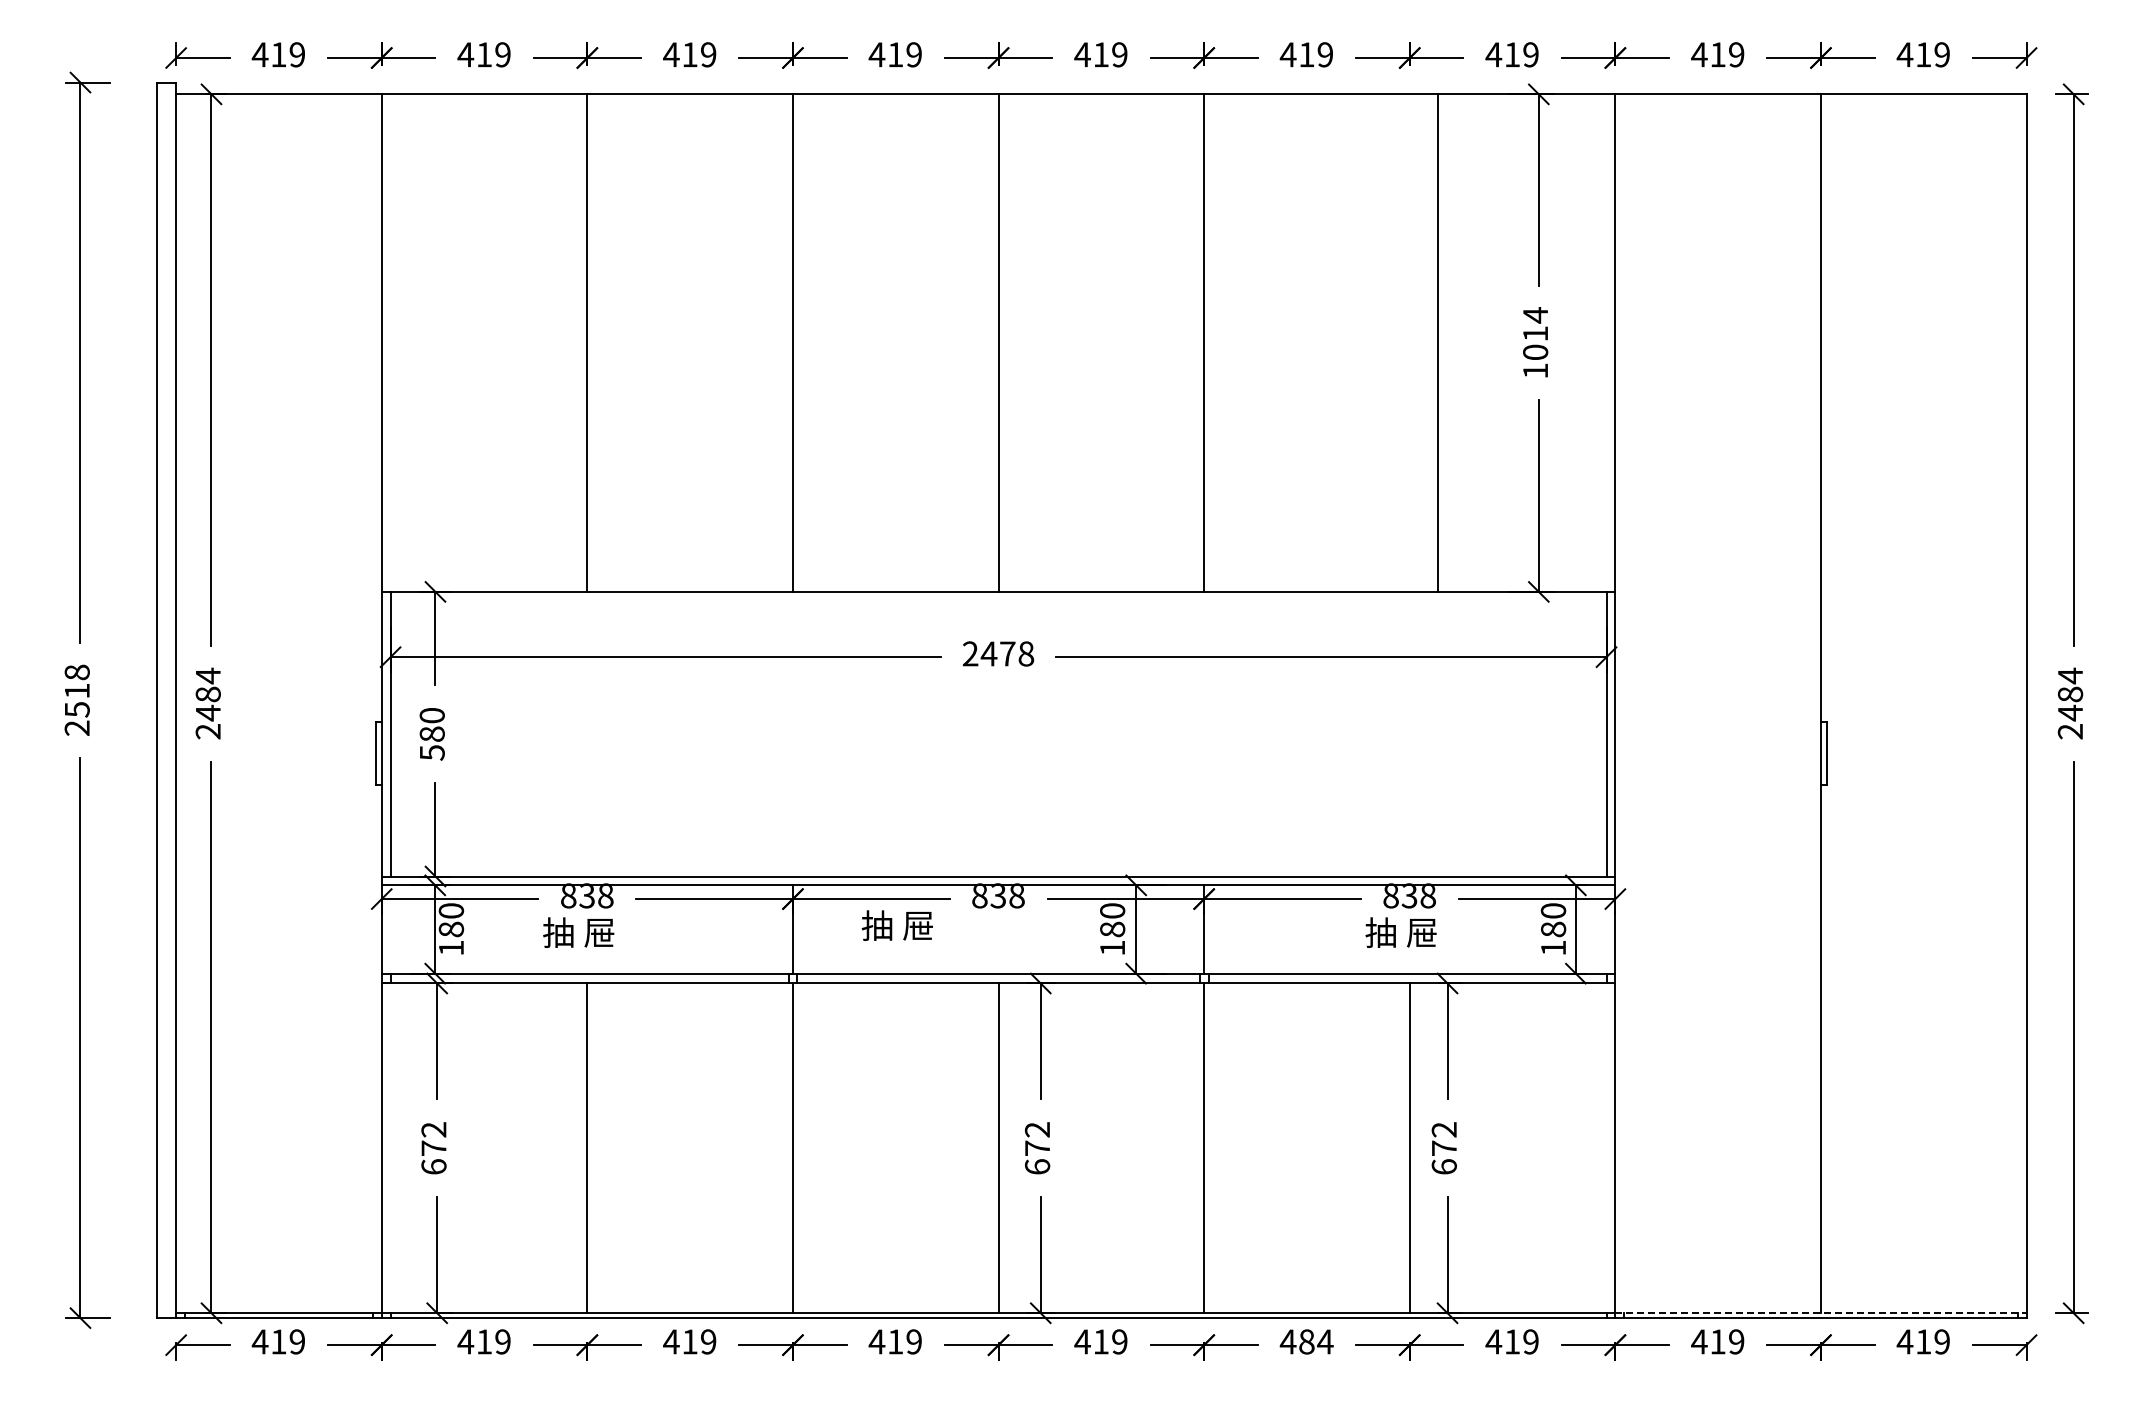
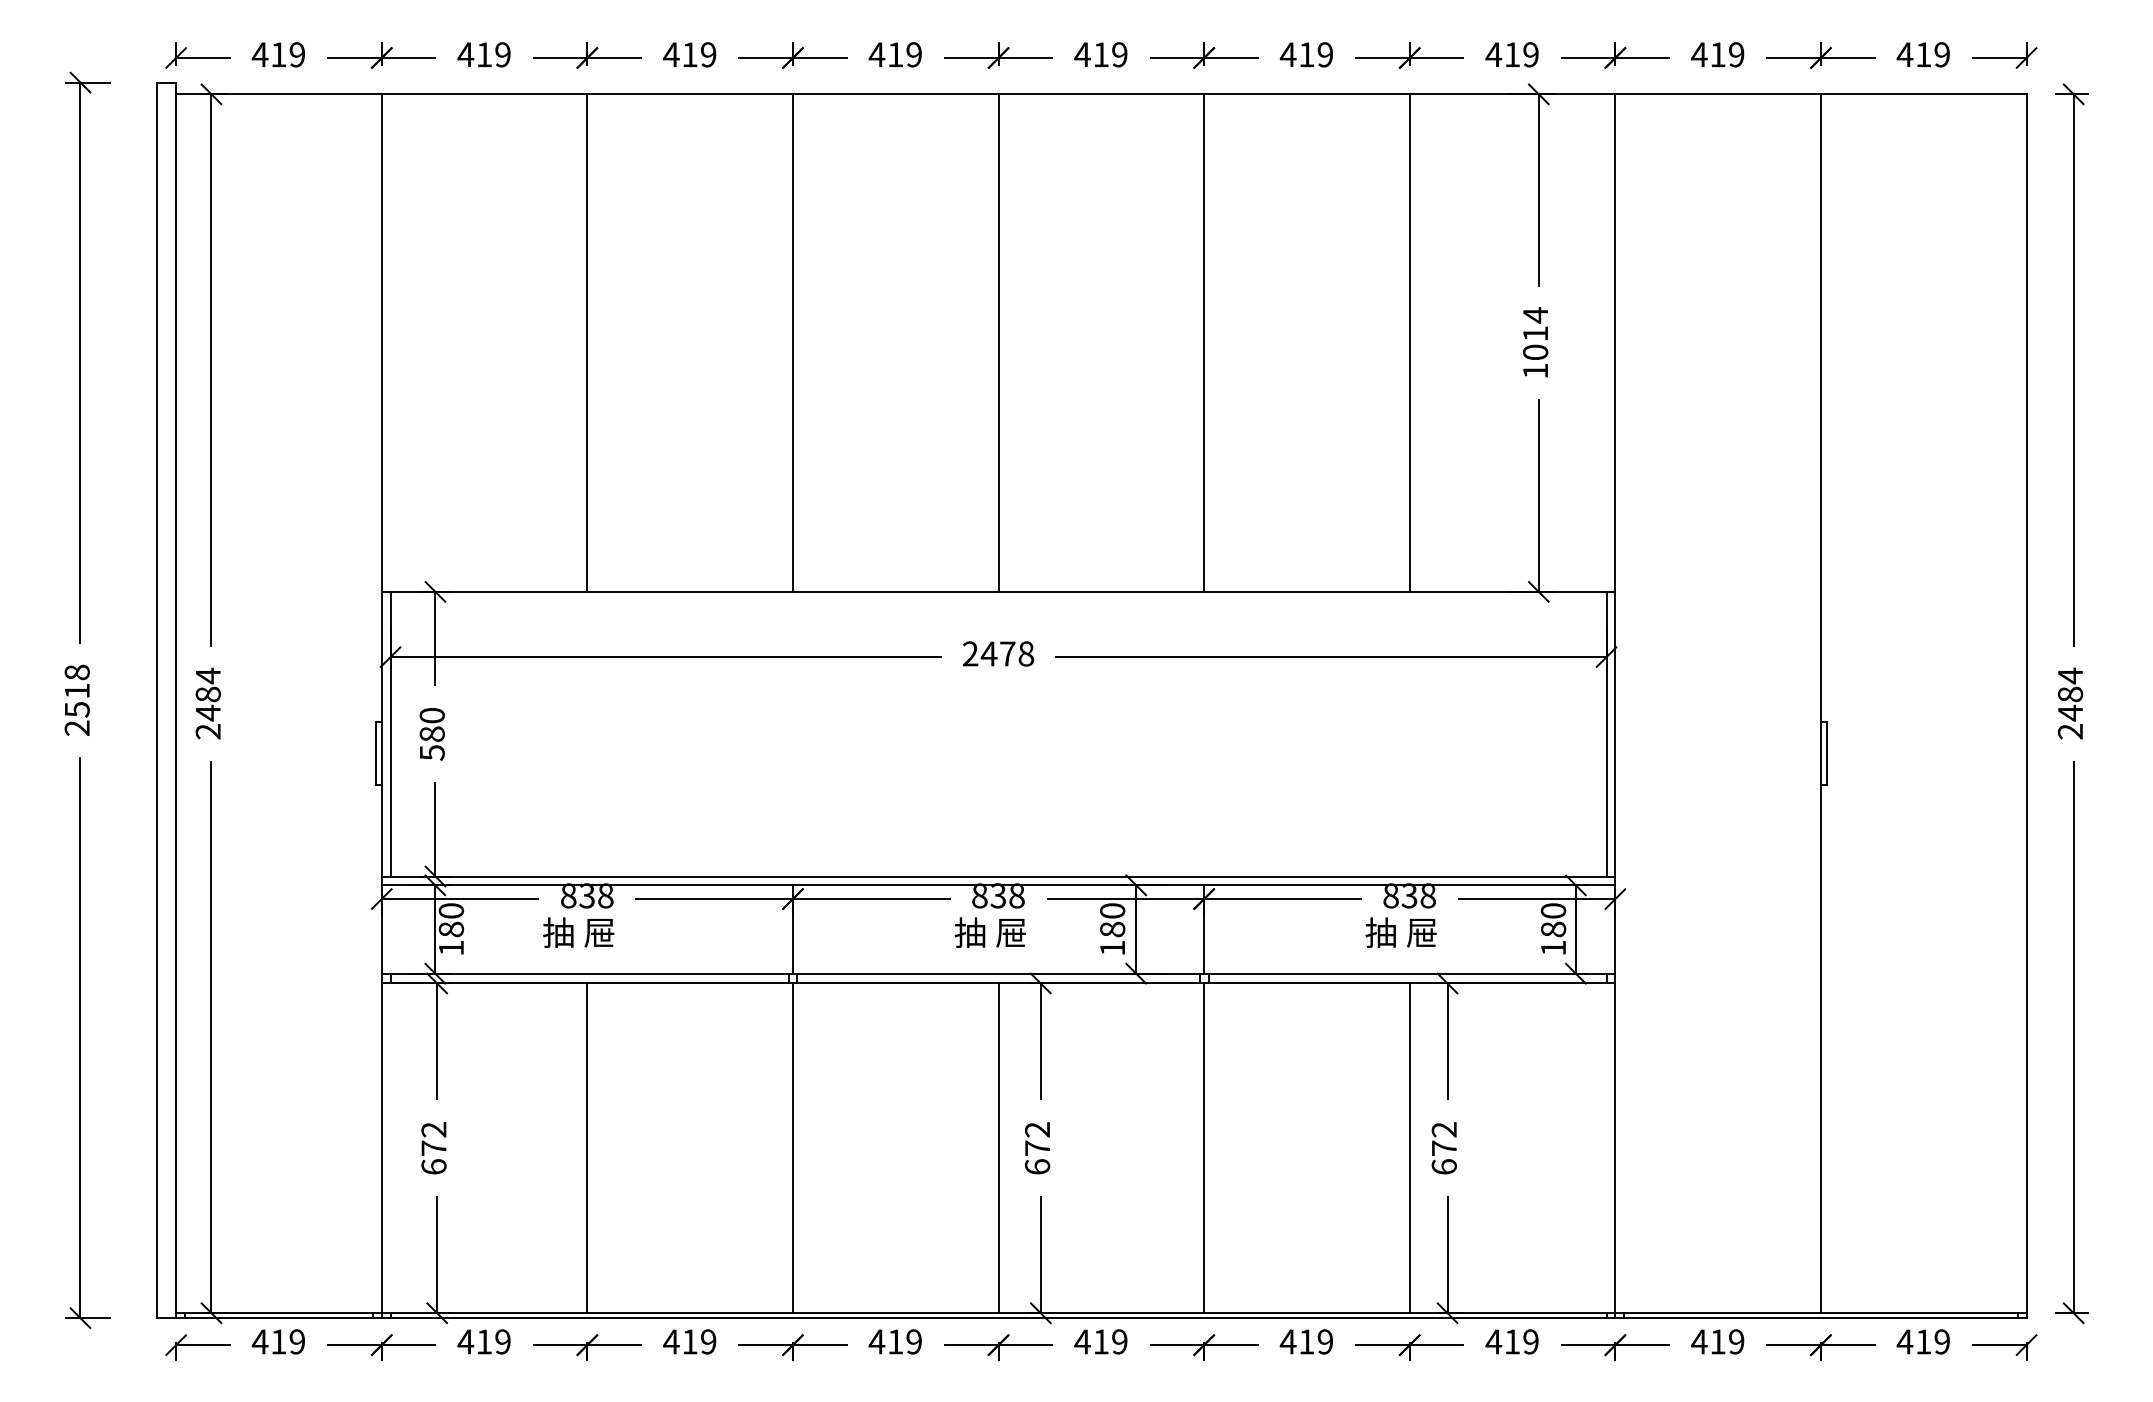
line at (1437, 342) position: (1437, 342) -> (1409, 342)
text at (896, 925) position: (896, 925) -> (989, 932)
line at (1820, 1313): dashed -> solid
text at (1316, 1341): 484 -> 419
